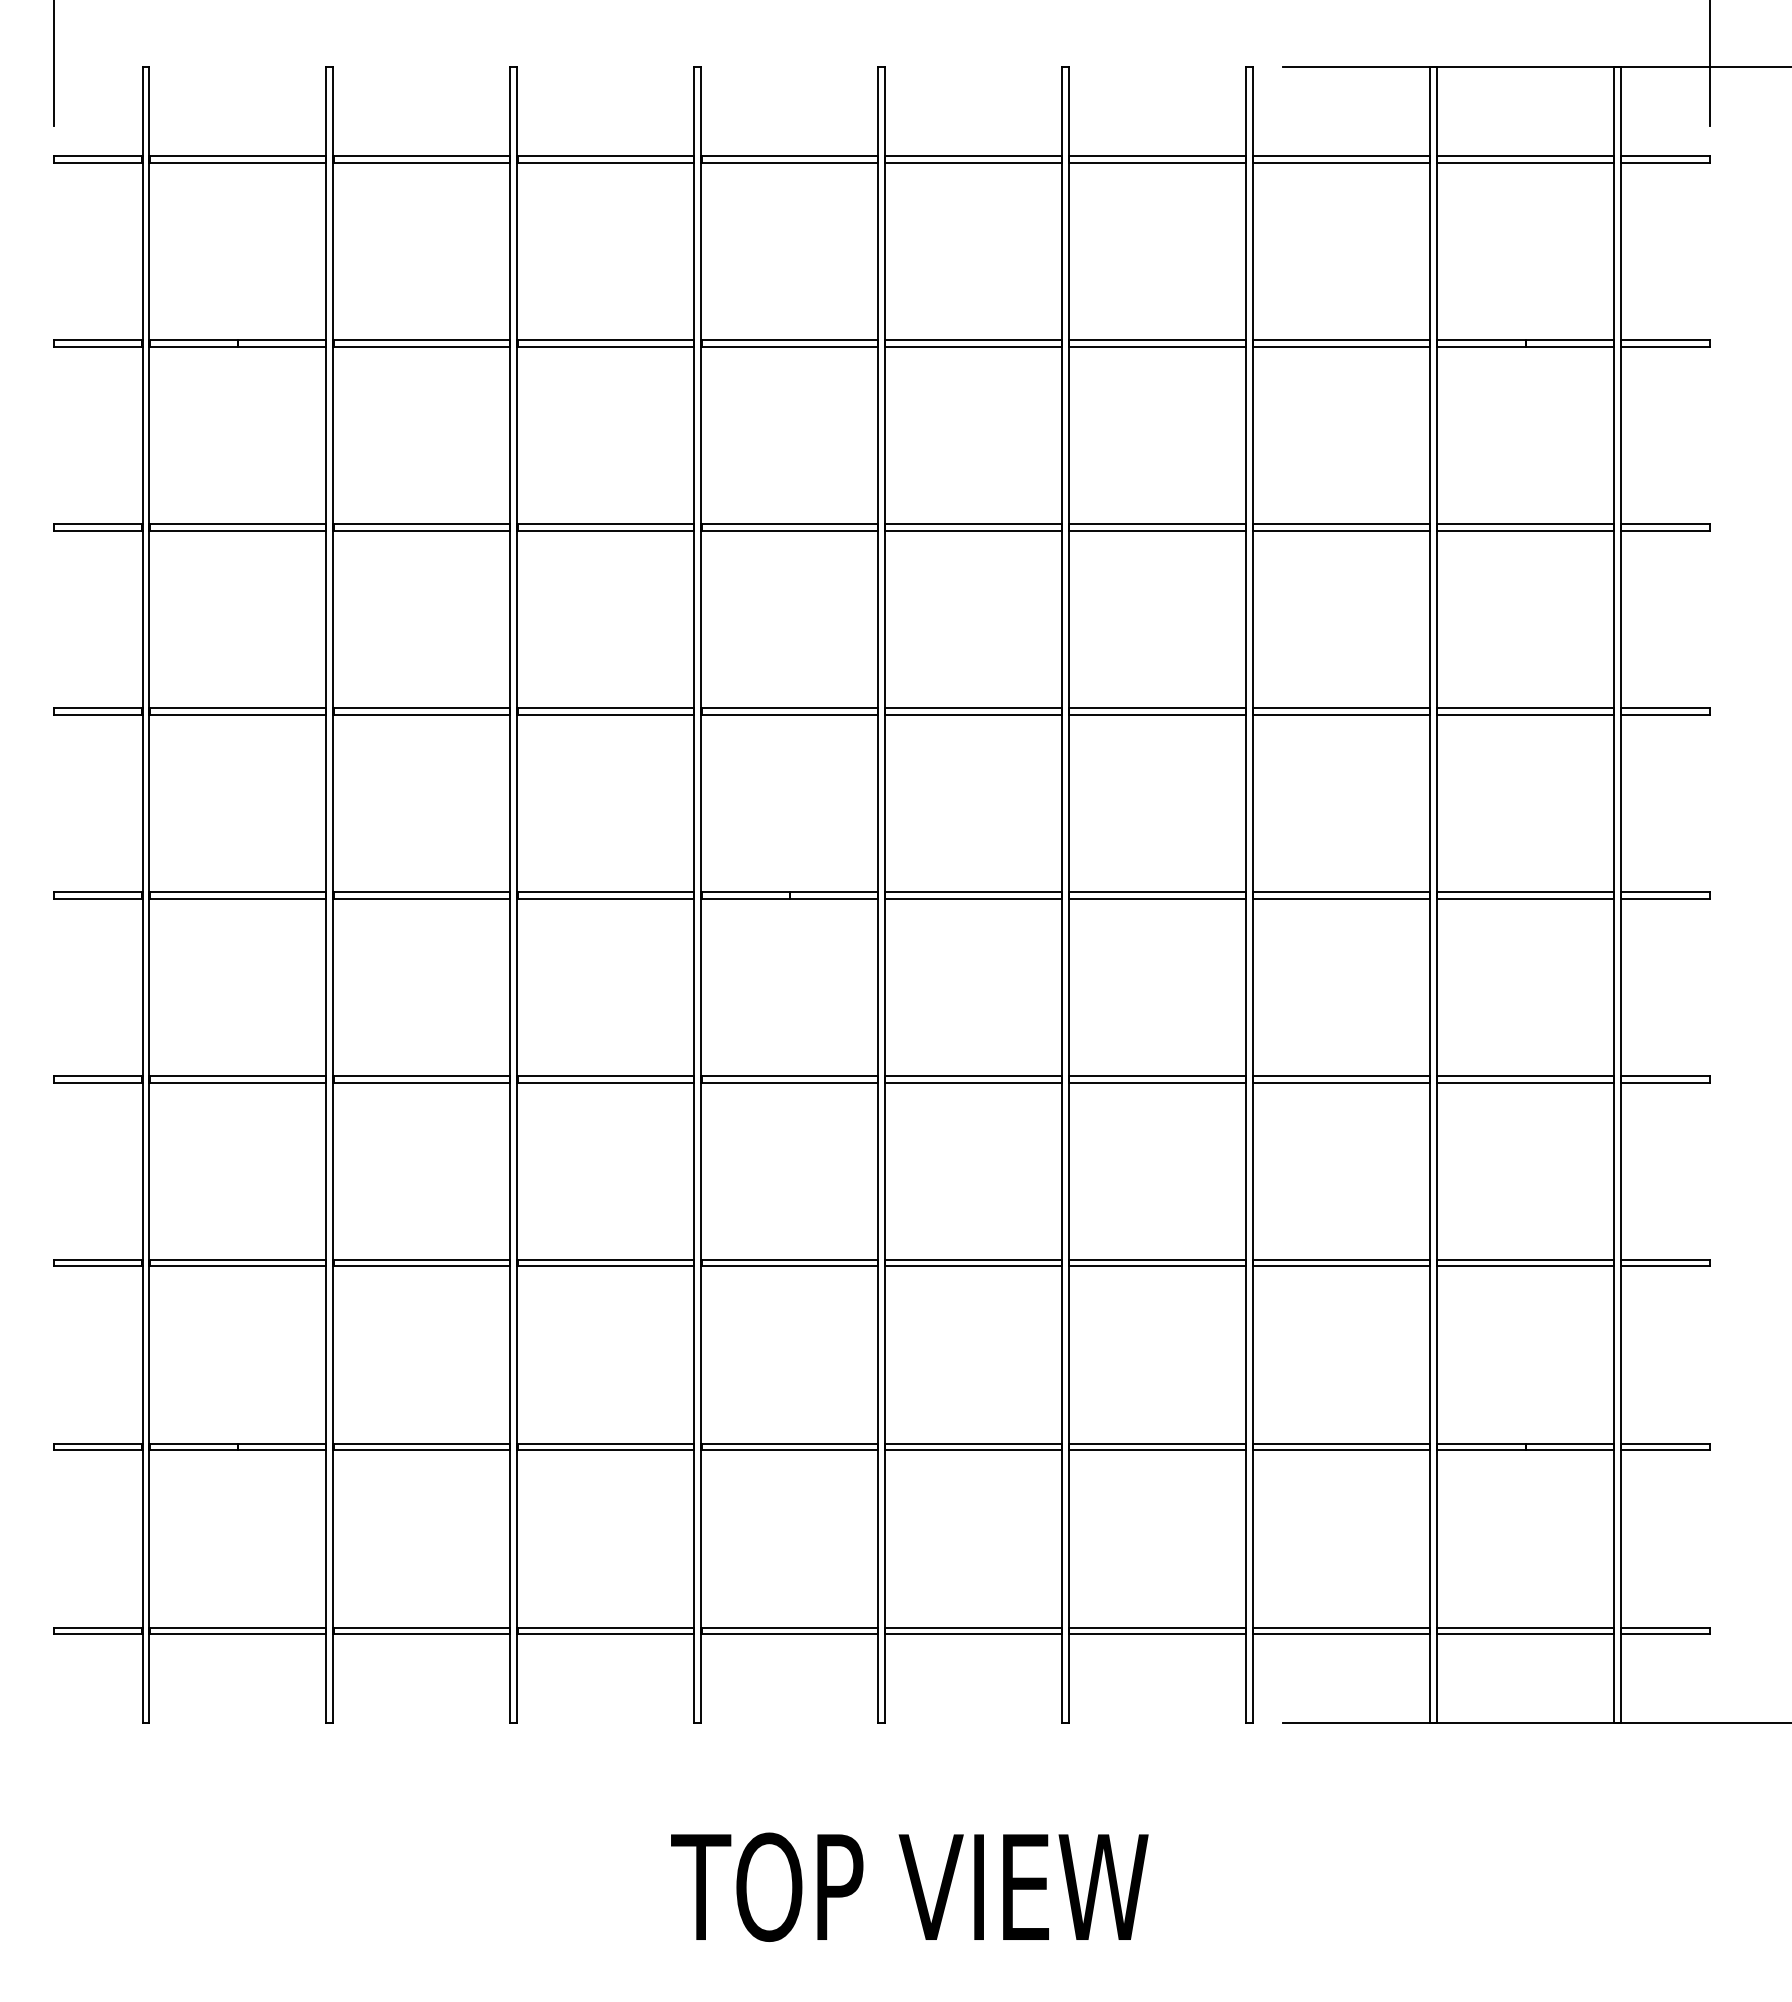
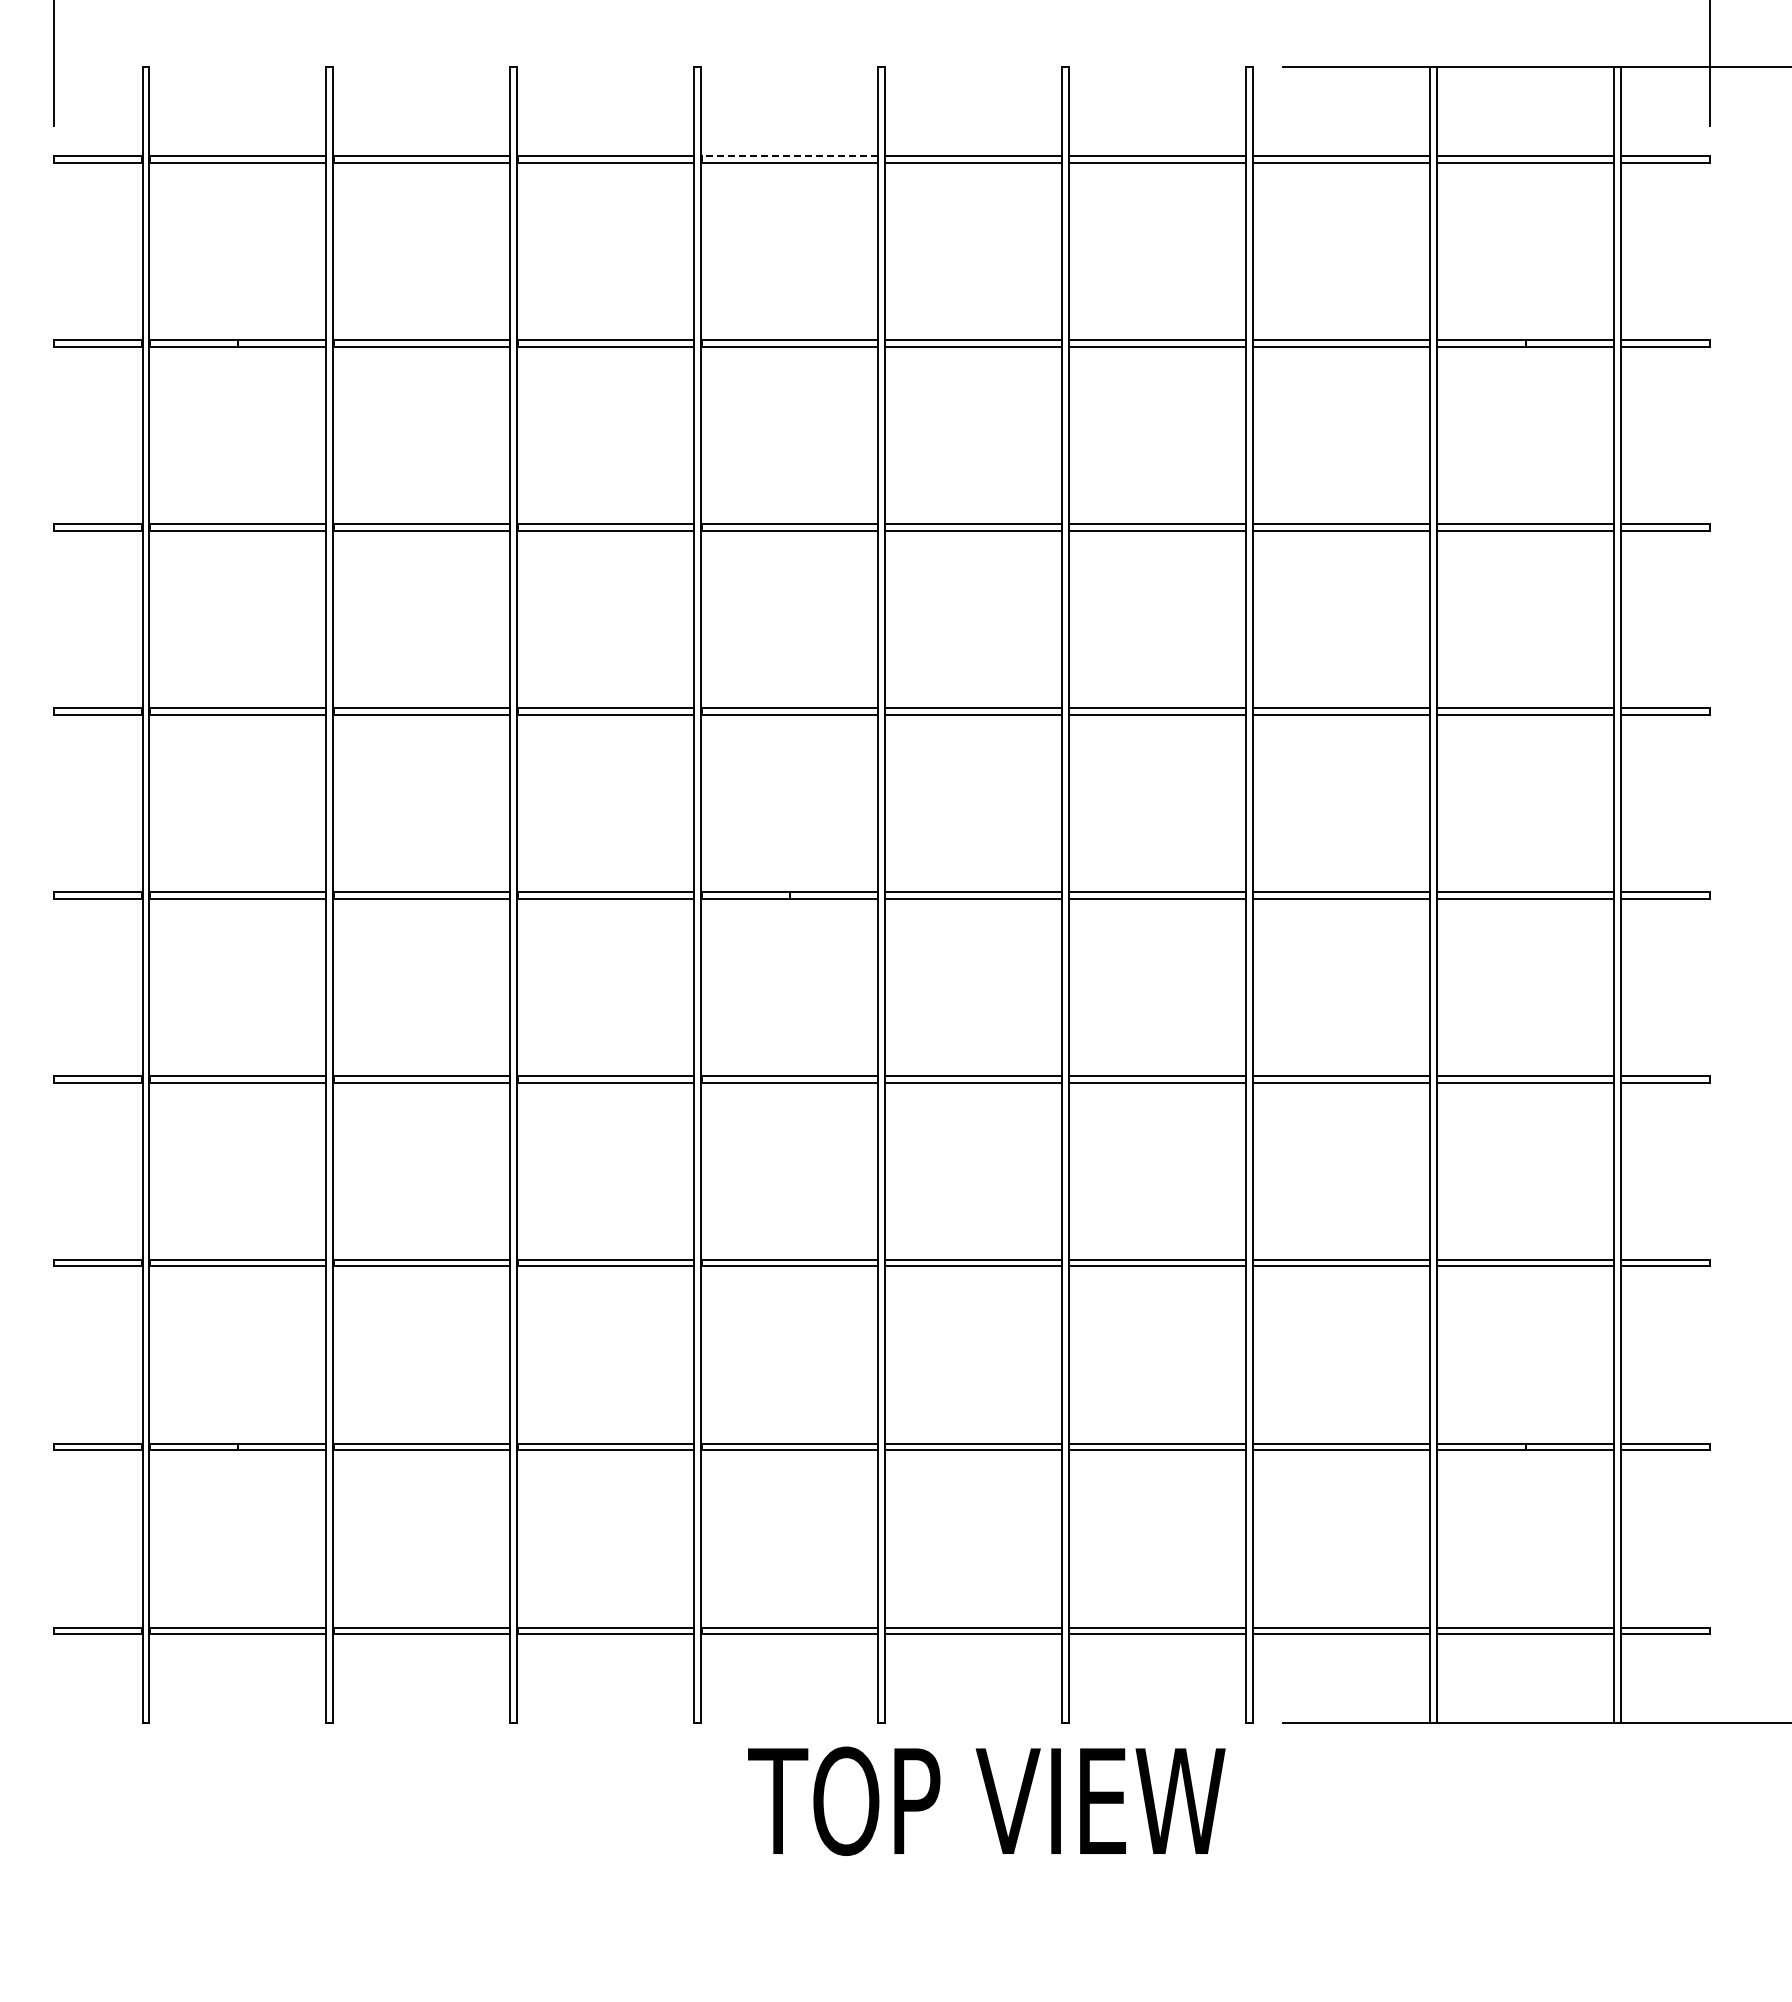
line at (789, 156): solid -> dashed
text at (909, 1886) position: (909, 1886) -> (986, 1800)
